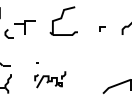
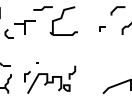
line at (42, 8): none -> present
line at (116, 9): none -> present
part at (50, 79) size: 33x18 px -> 53x29 px
